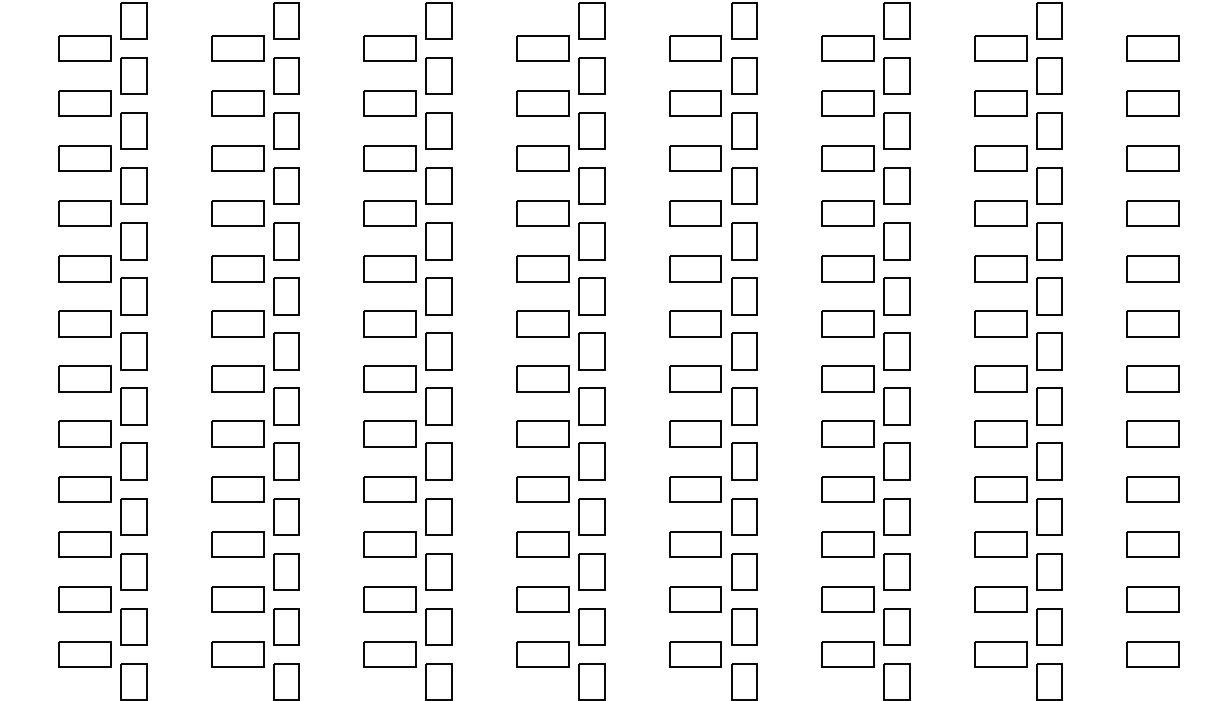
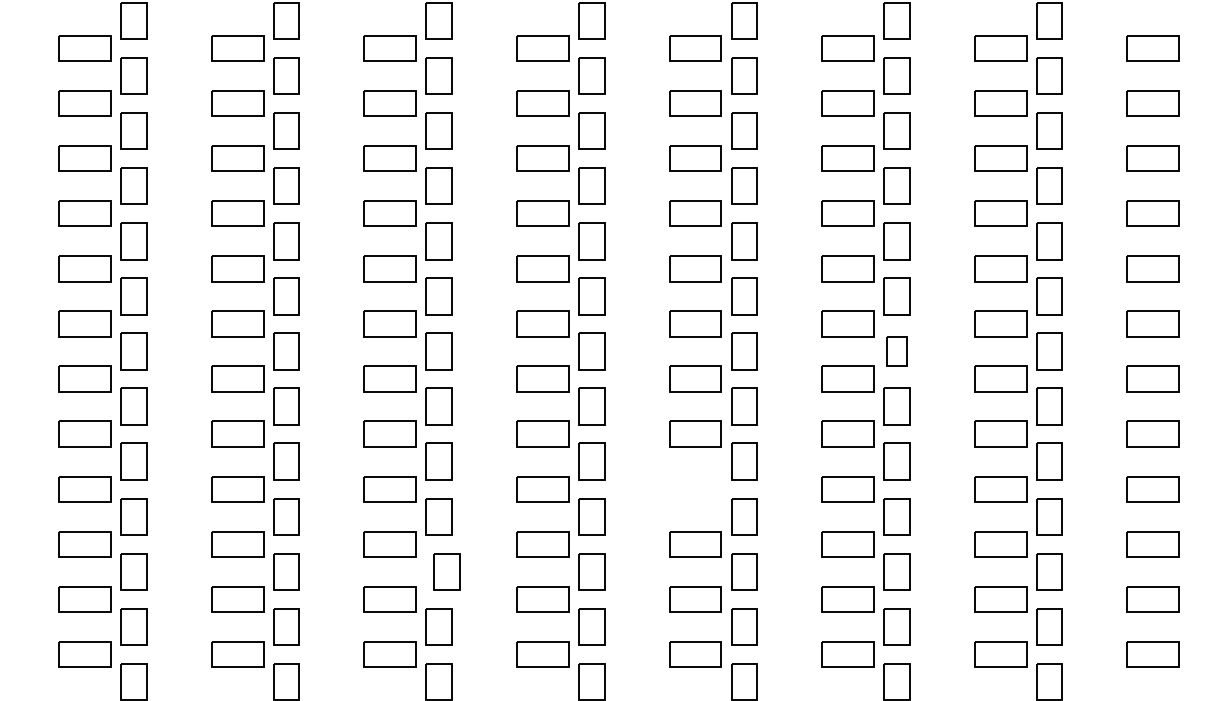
part at (896, 351) size: 28x39 px -> 22x31 px
part at (695, 489): present -> none
part at (438, 571) position: (438, 571) -> (446, 571)
